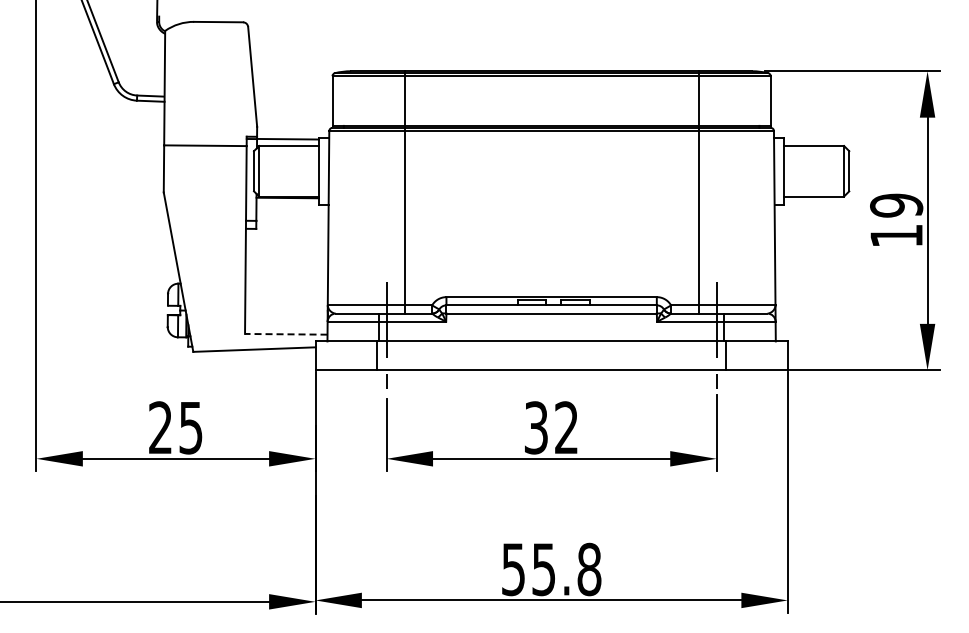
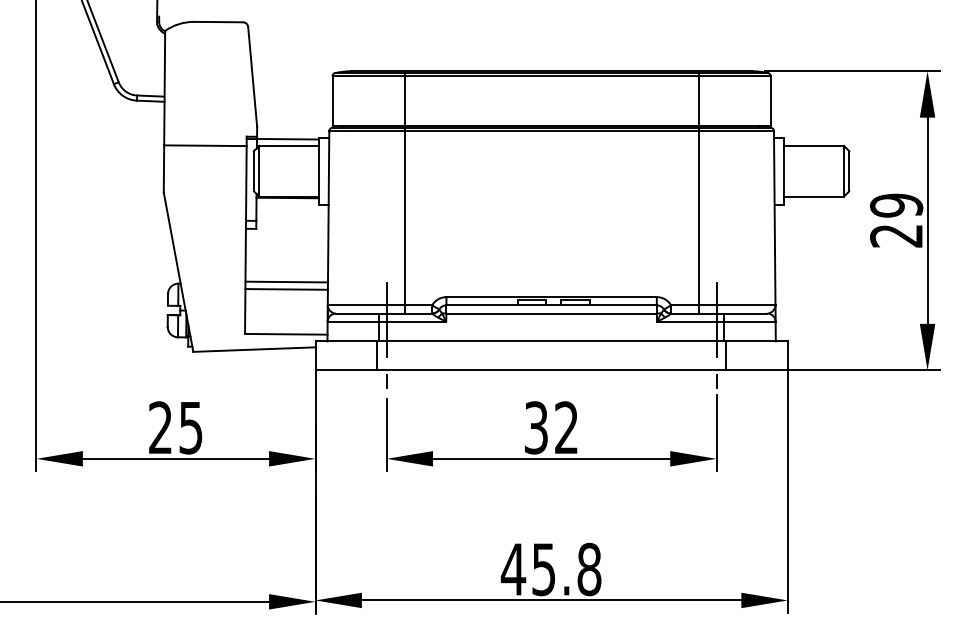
text at (896, 236): 19 -> 29
line at (286, 281): none -> present
line at (286, 289): none -> present
line at (285, 334): dashed -> solid
text at (513, 569): 55.8 -> 45.8
